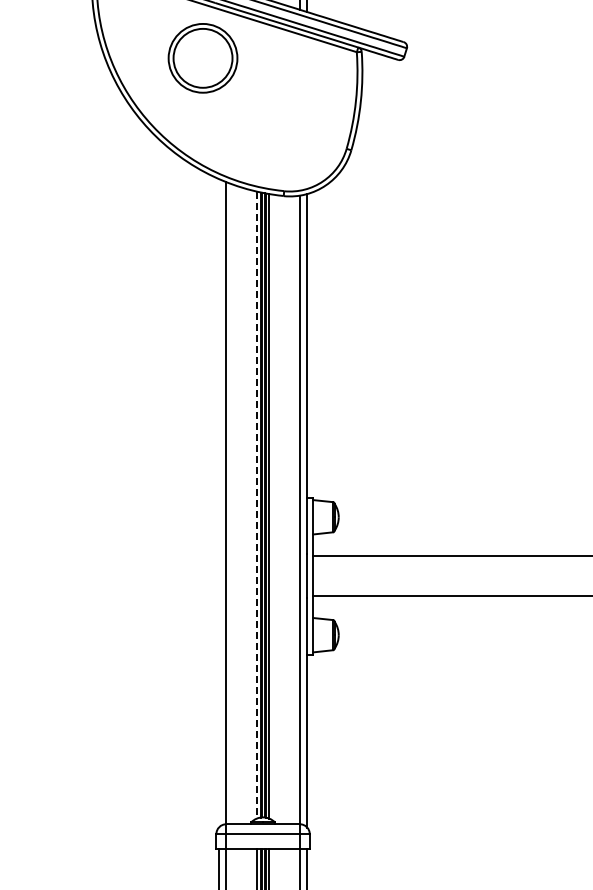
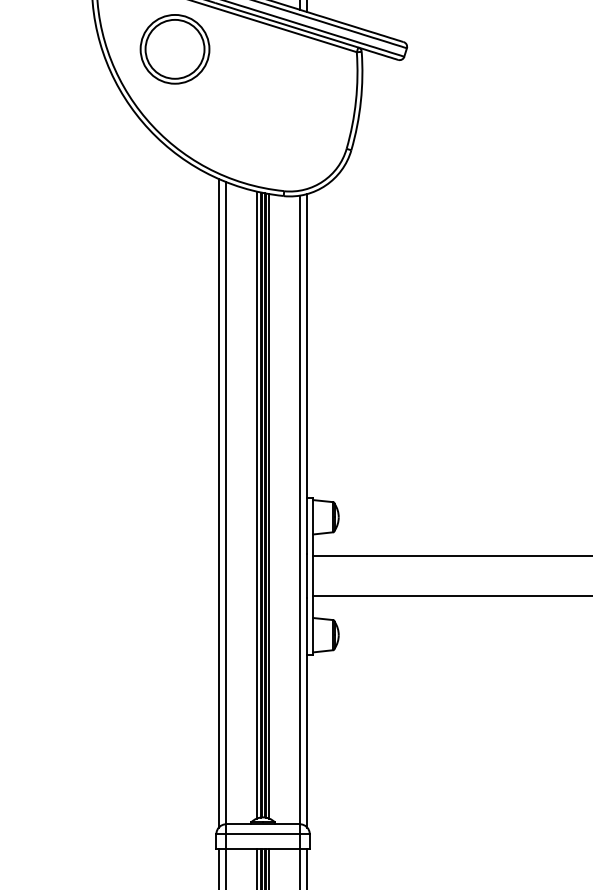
part at (202, 58) position: (202, 58) -> (174, 49)
line at (218, 503): none -> present
line at (256, 505): dashed -> solid
